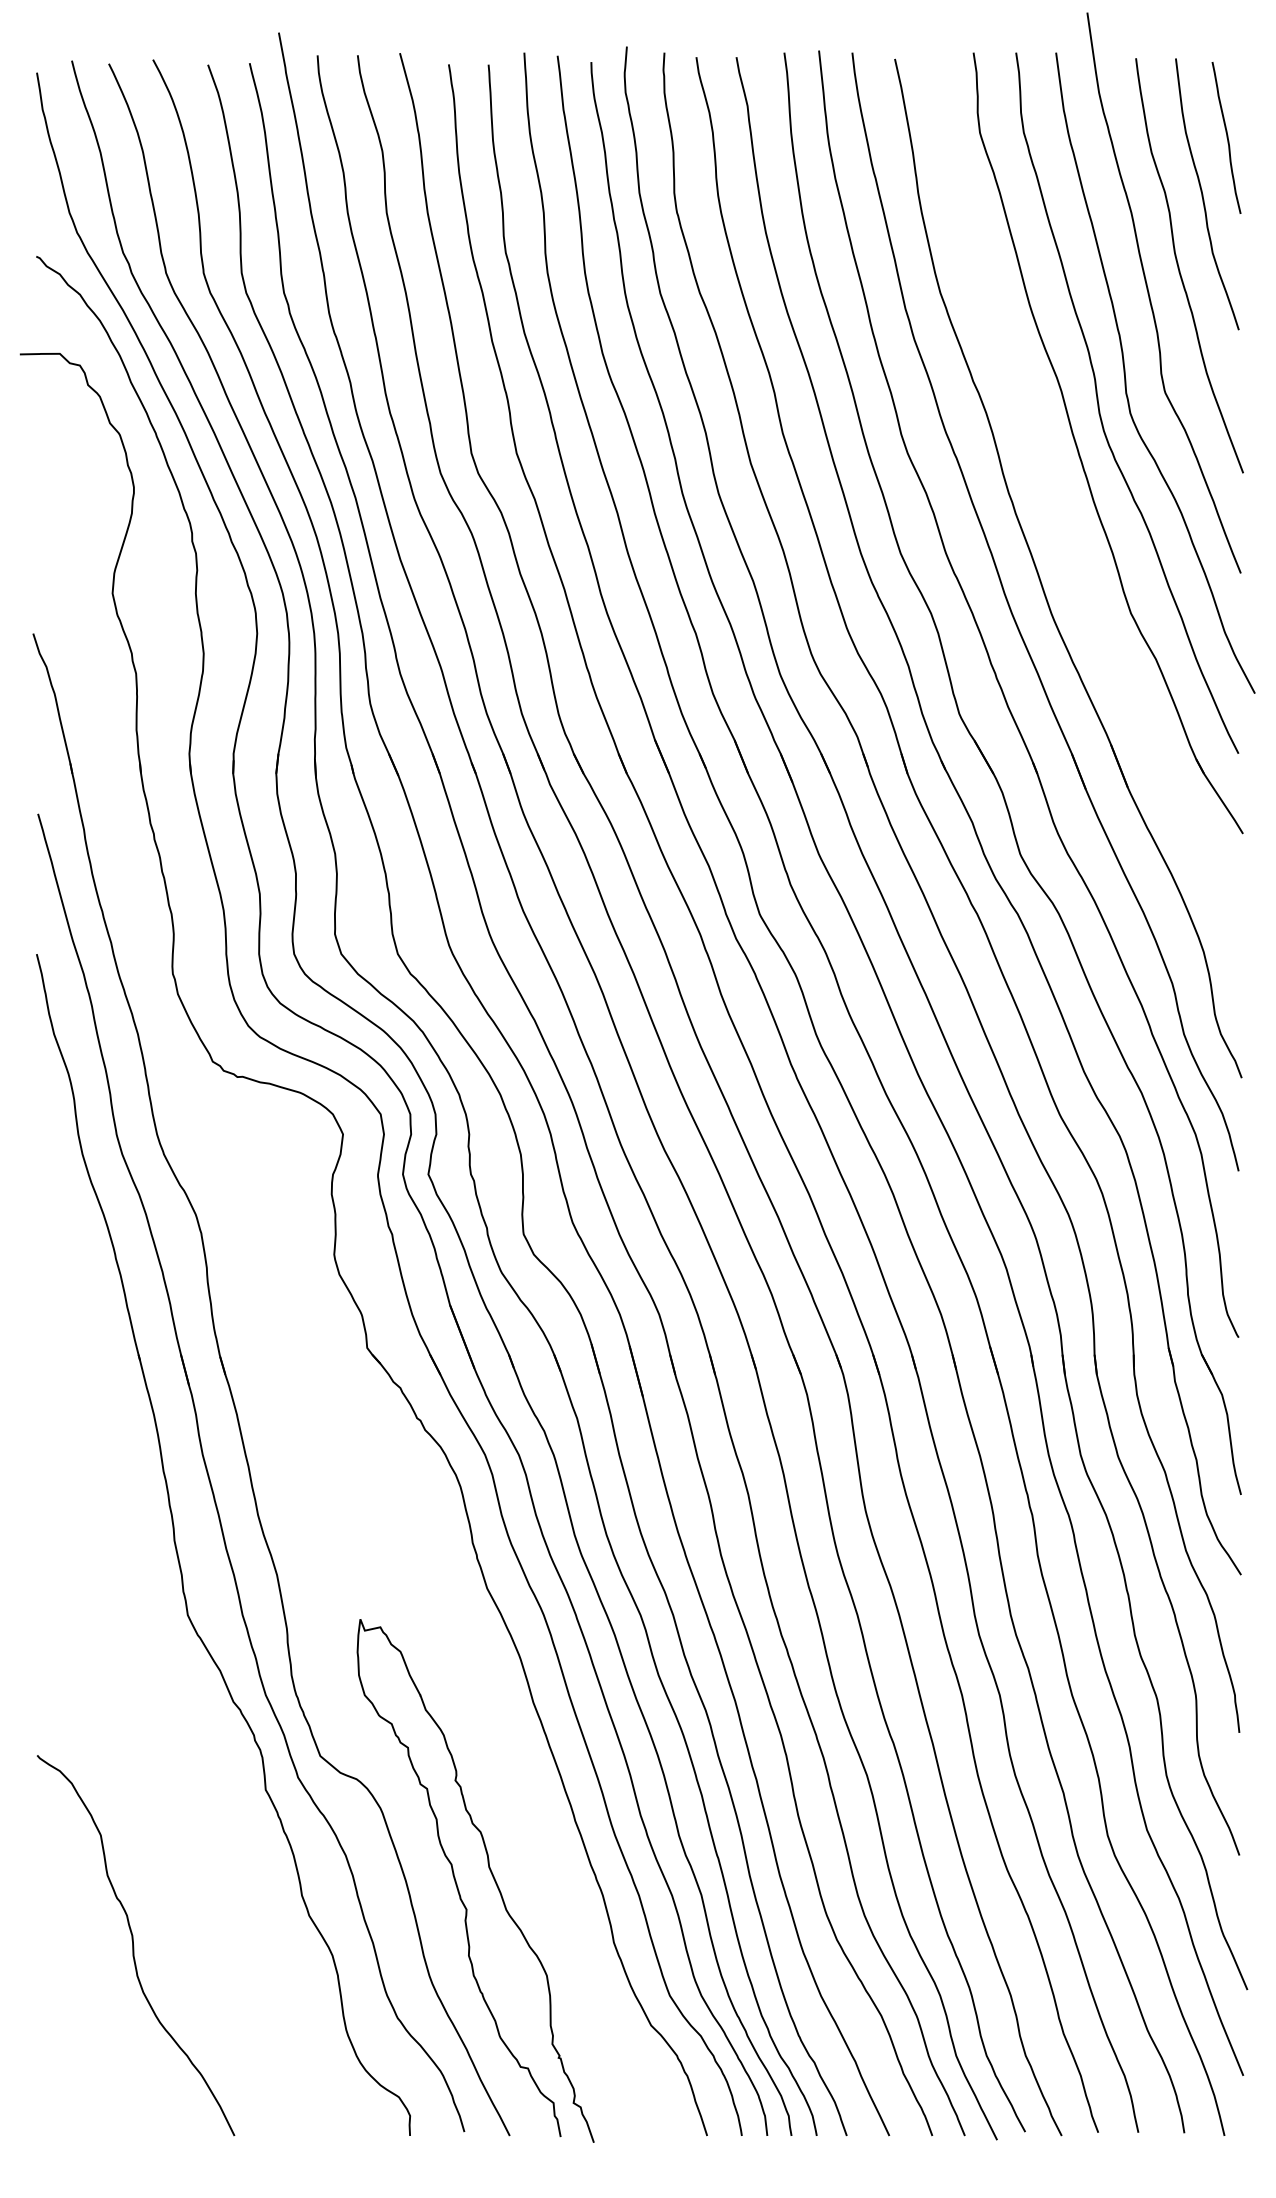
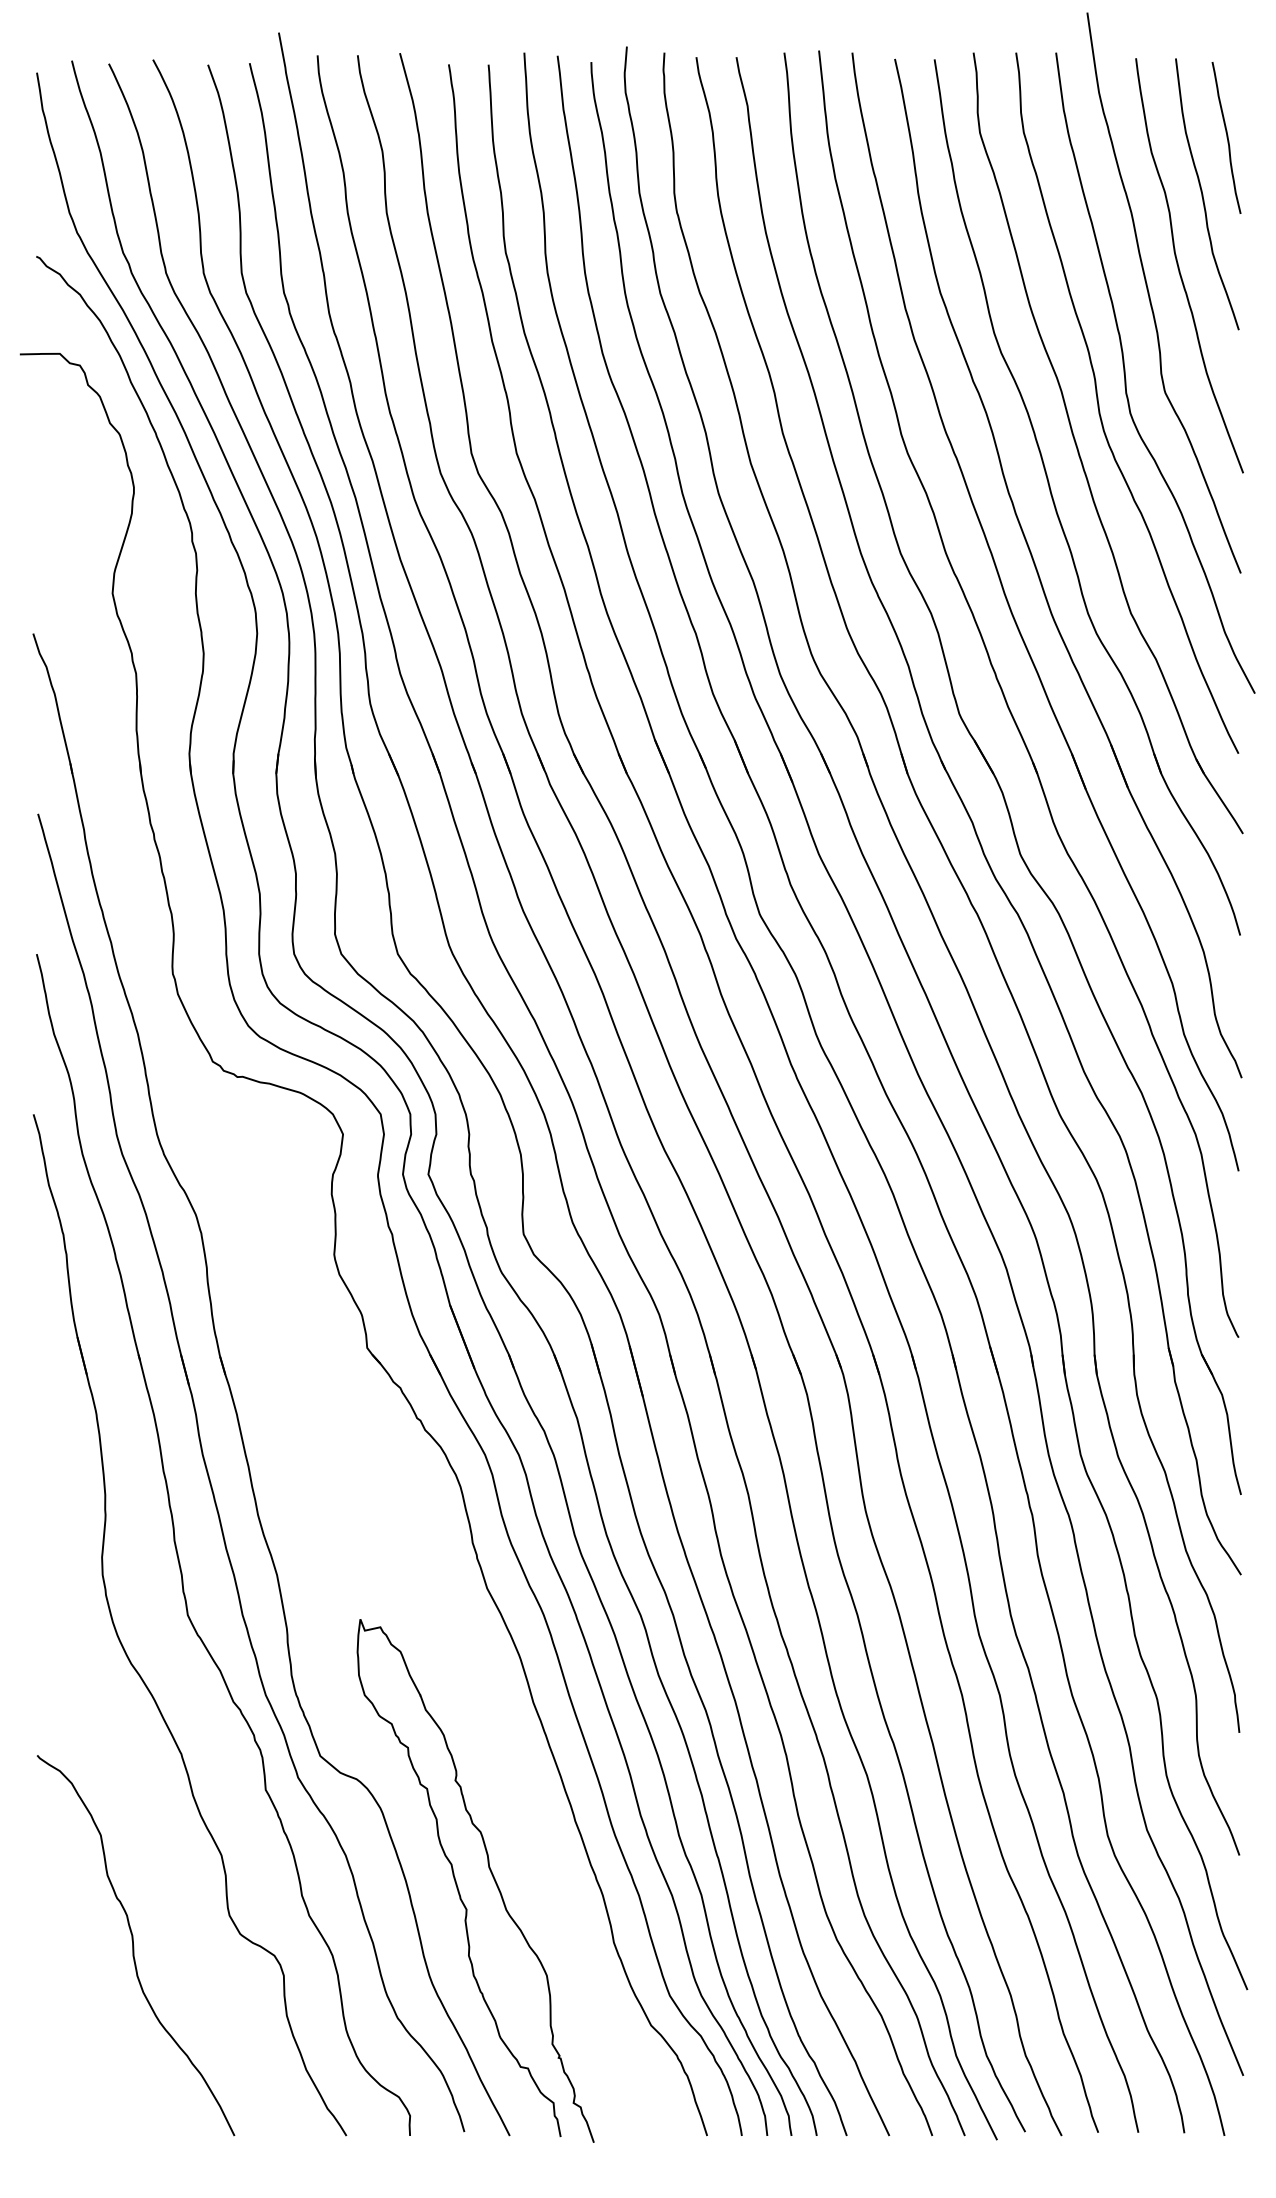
part at (1056, 507): none -> present
part at (131, 1661): none -> present
